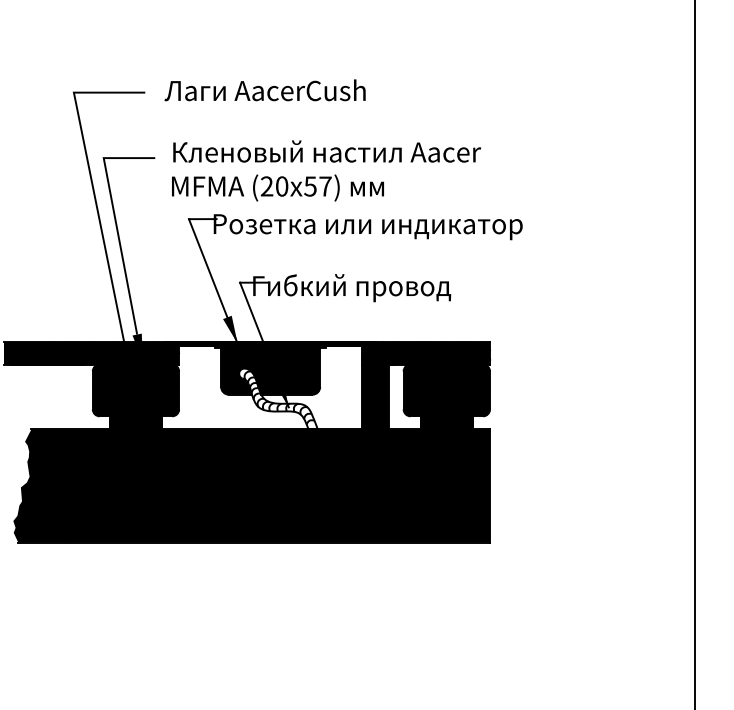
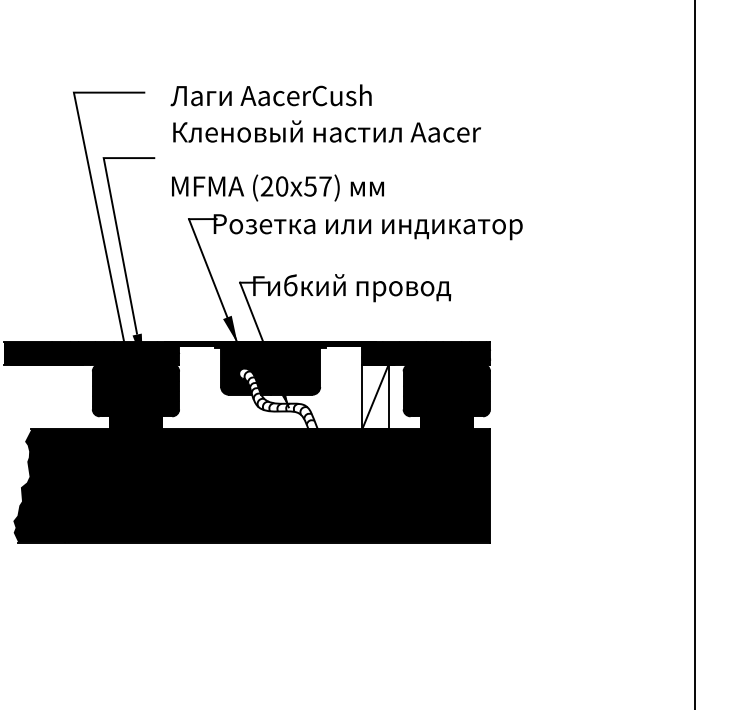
text at (264, 90) position: (264, 90) -> (270, 95)
text at (326, 151) position: (326, 151) -> (326, 131)
fill at (375, 396): present -> none
